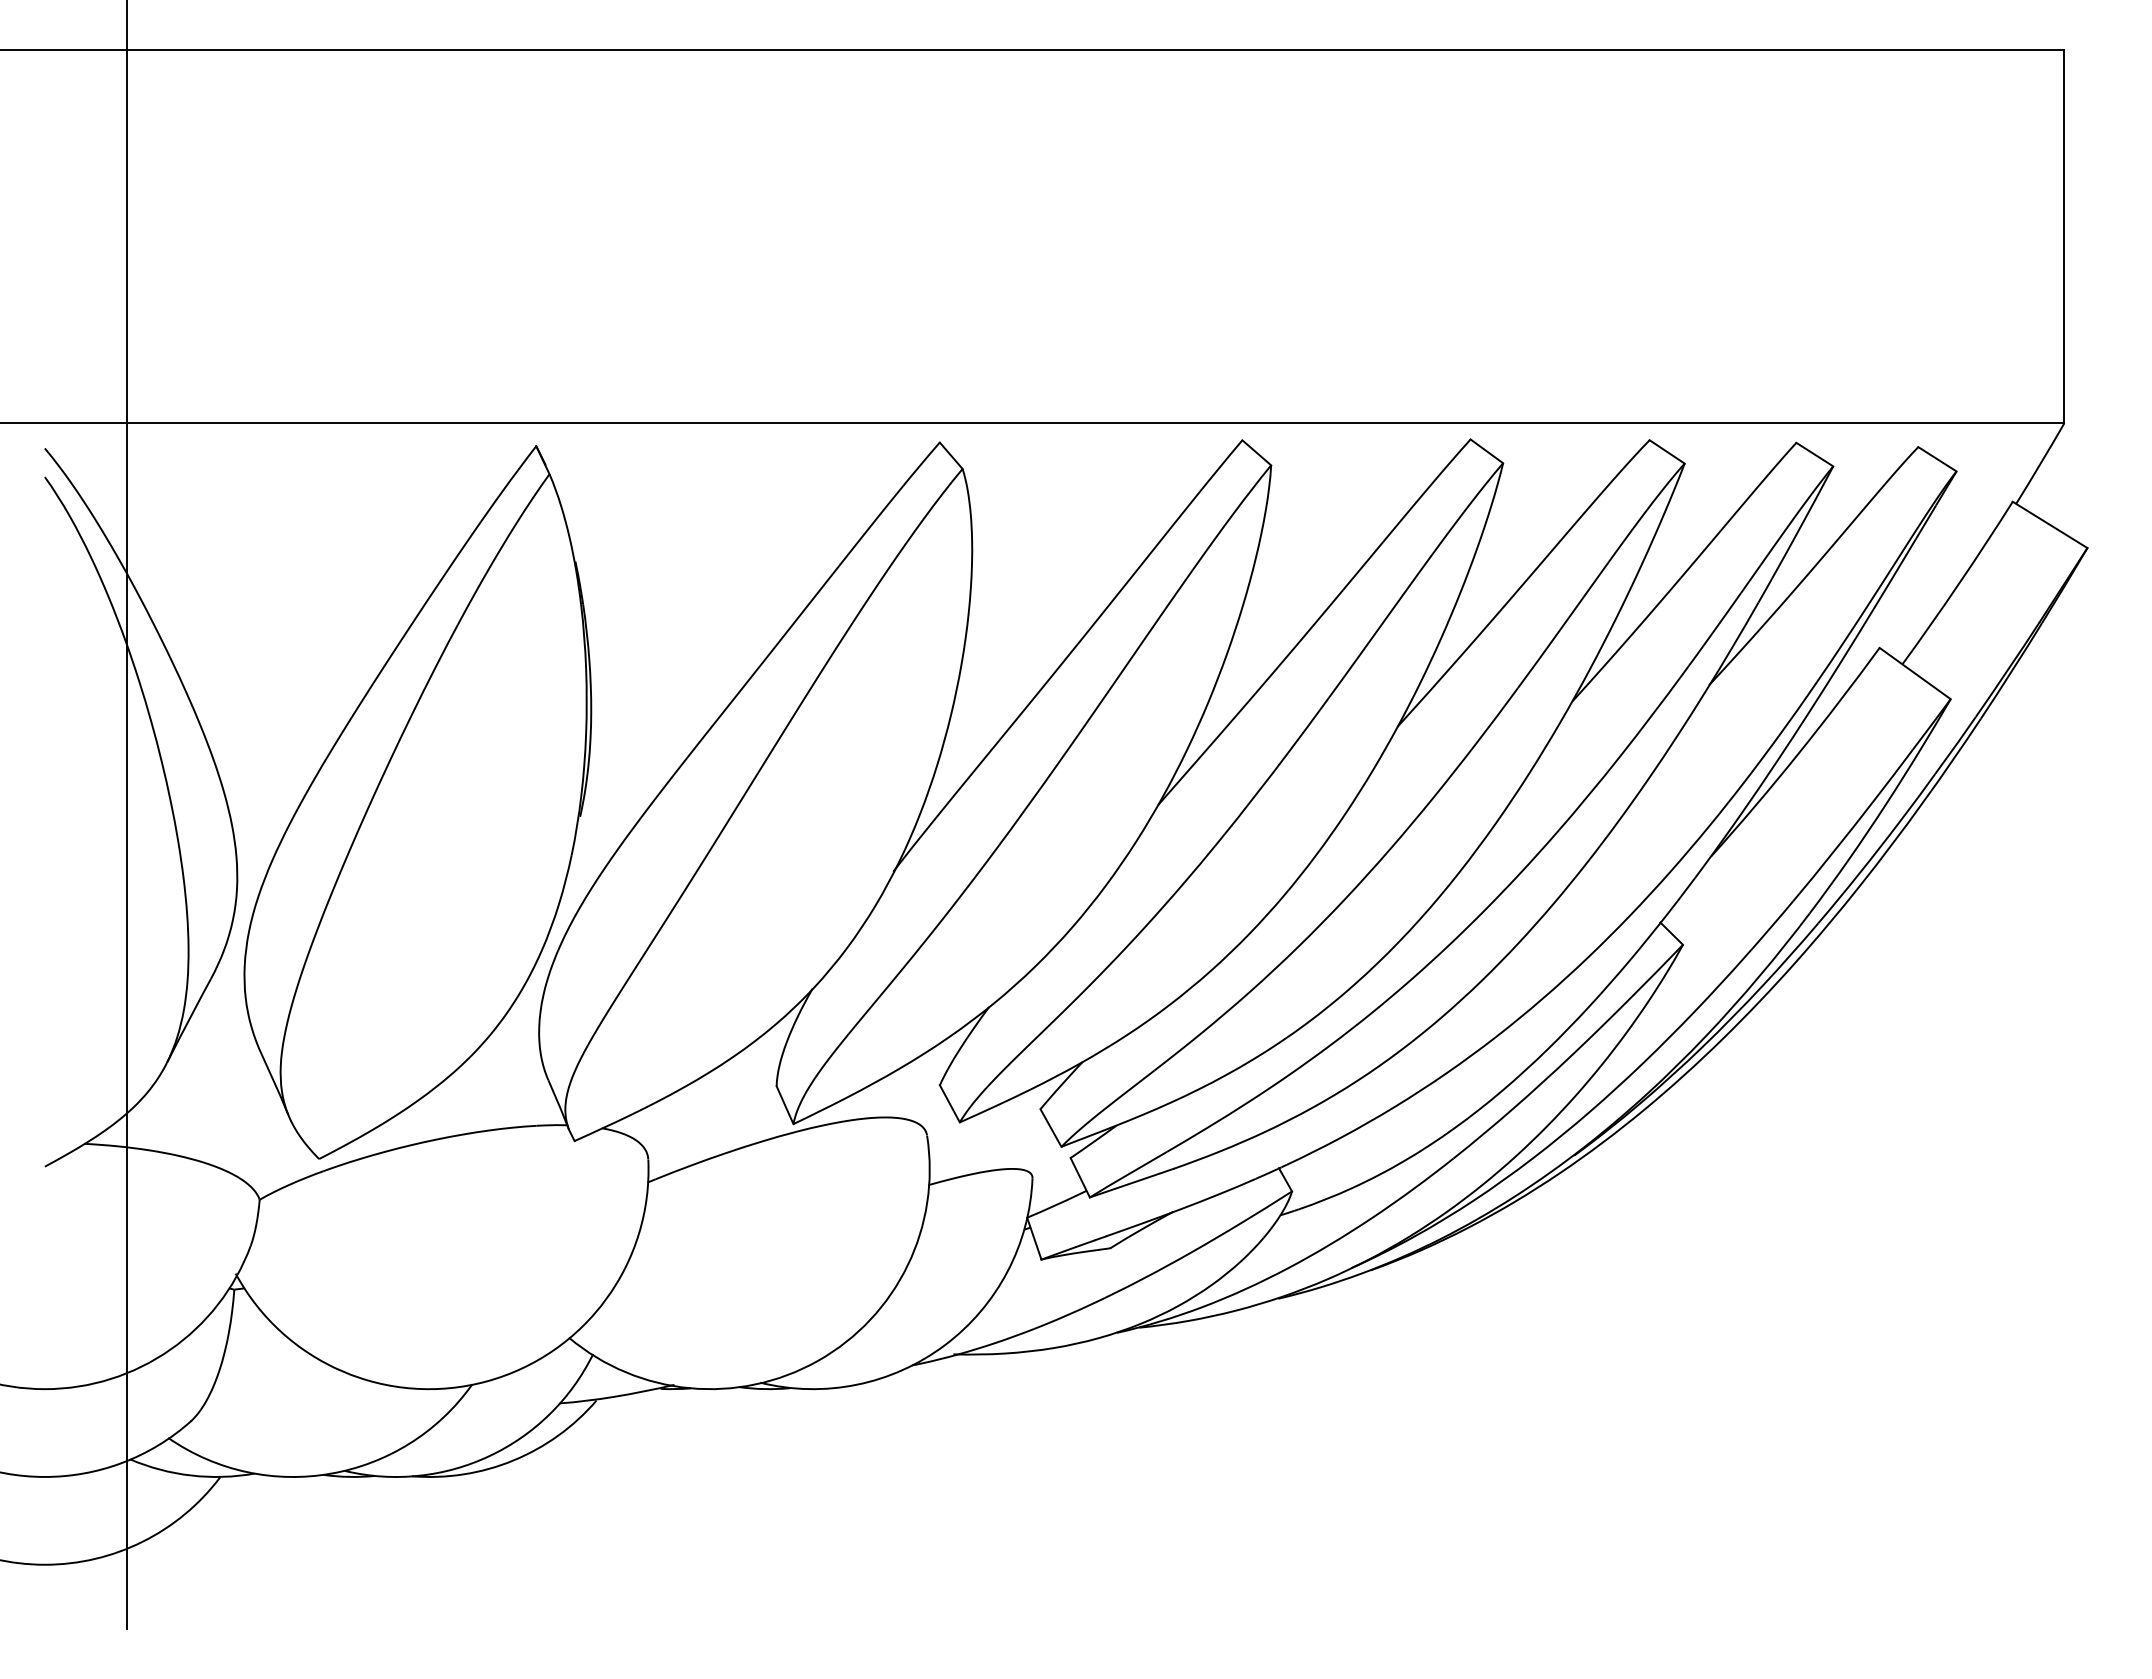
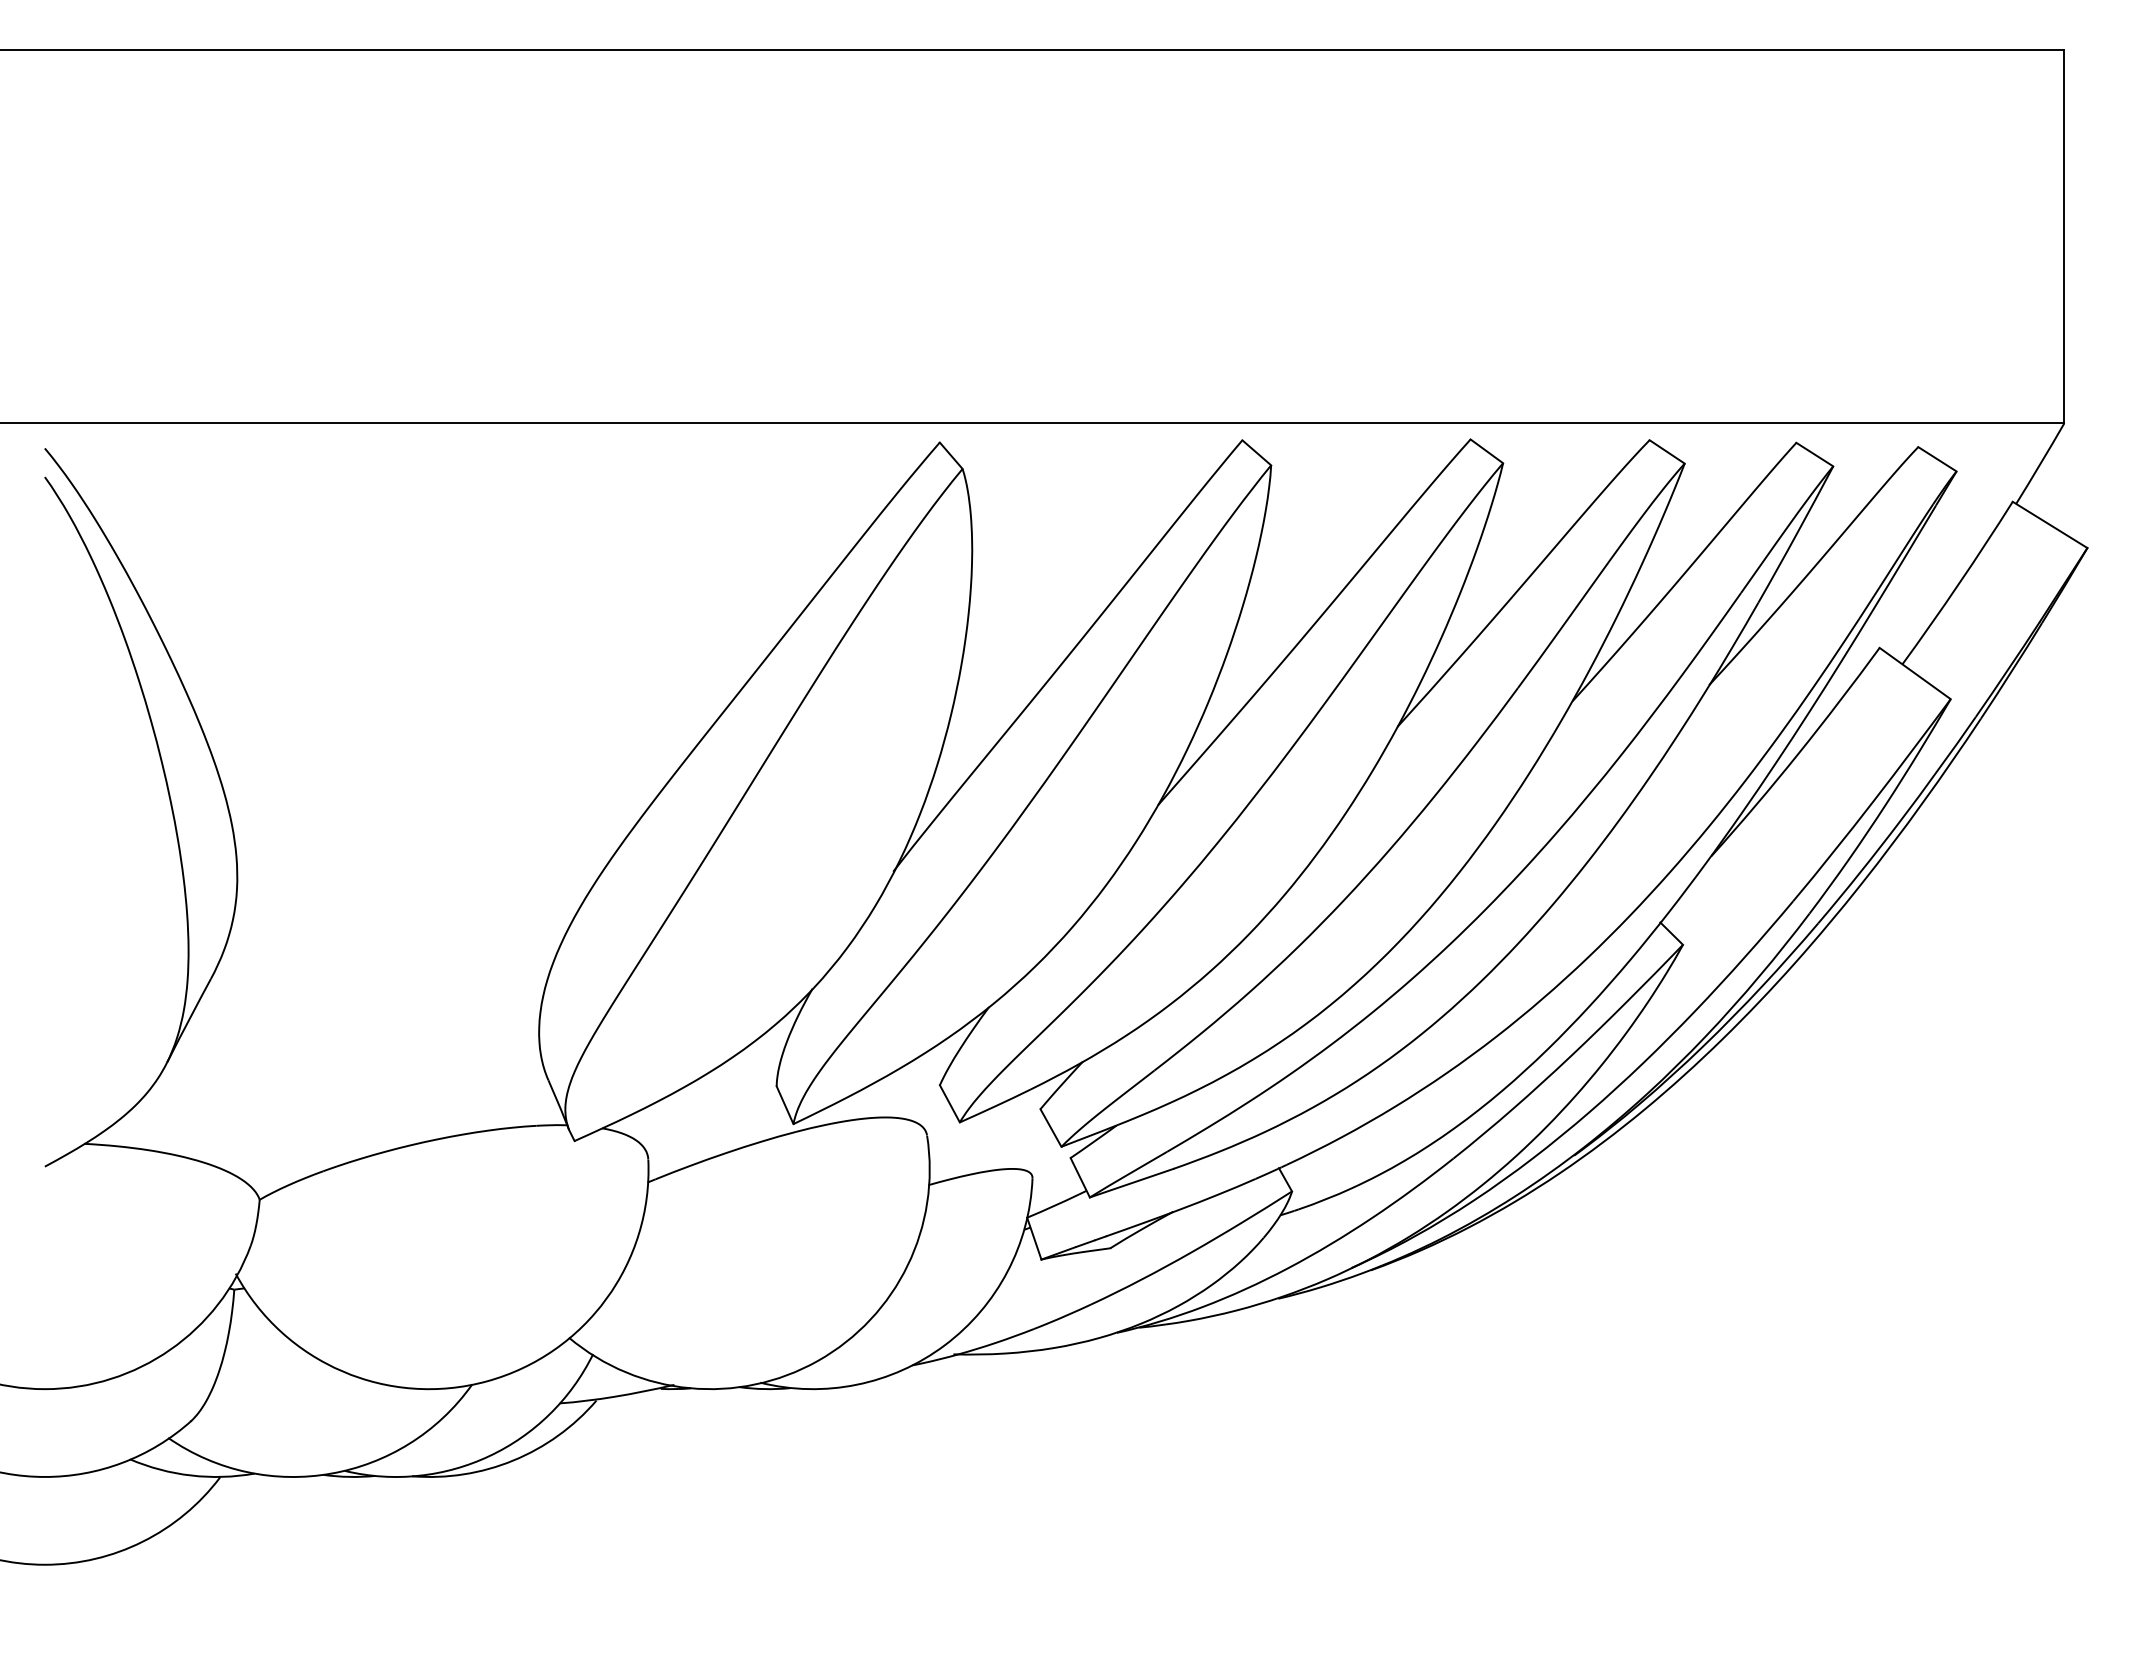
part at (417, 802): present -> none
line at (126, 815): present -> none
